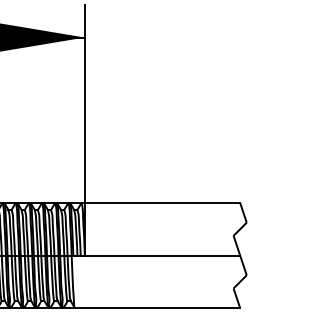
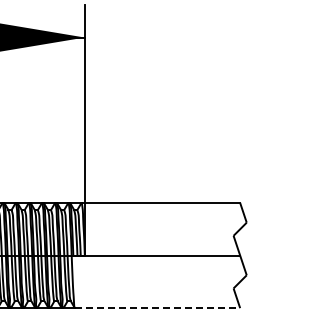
line at (157, 308): solid -> dashed
